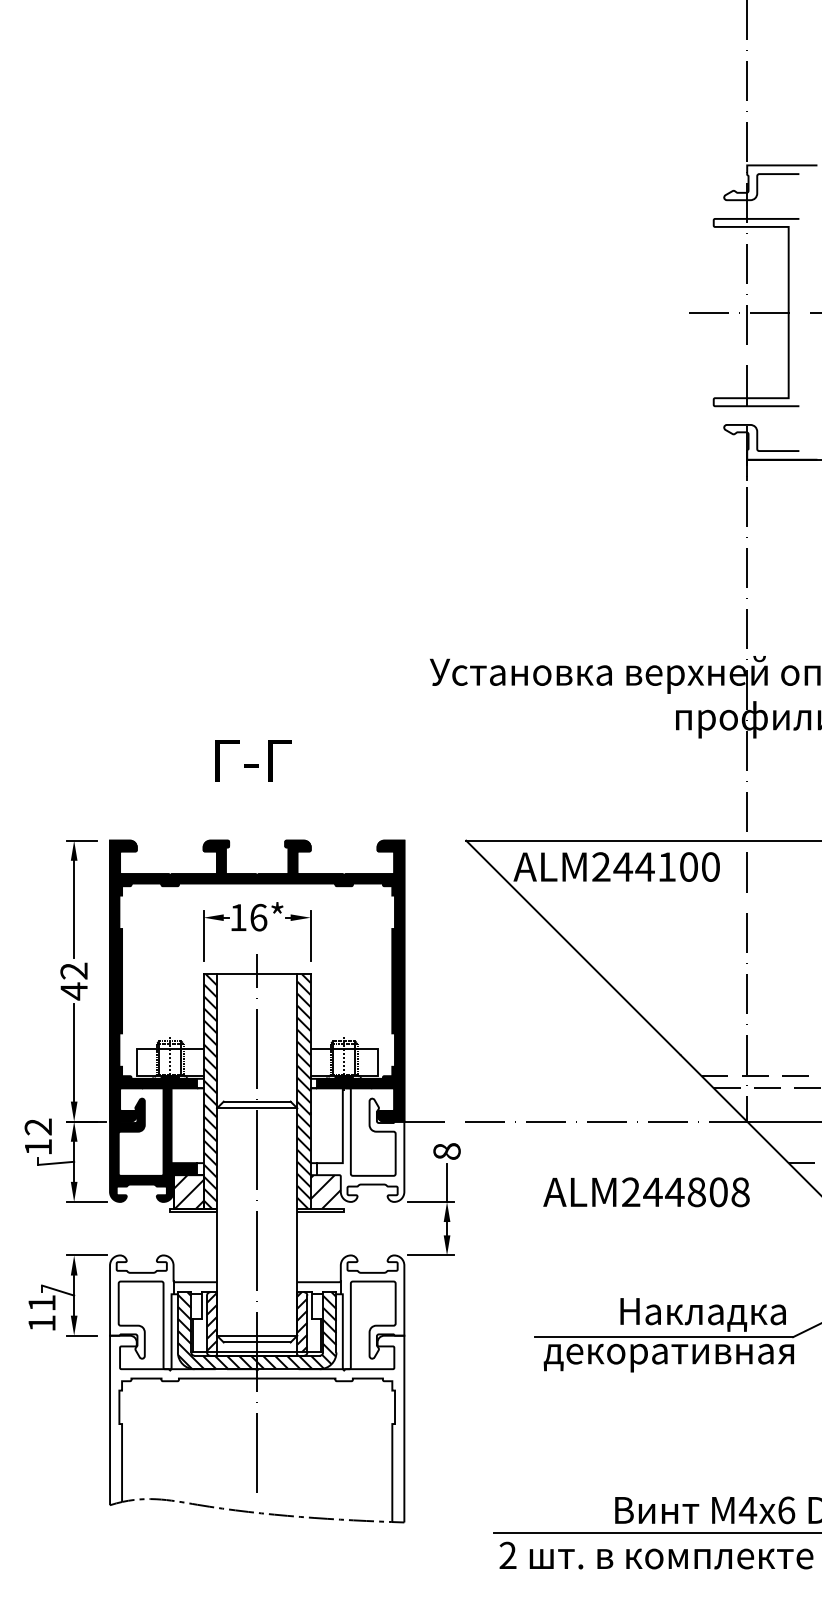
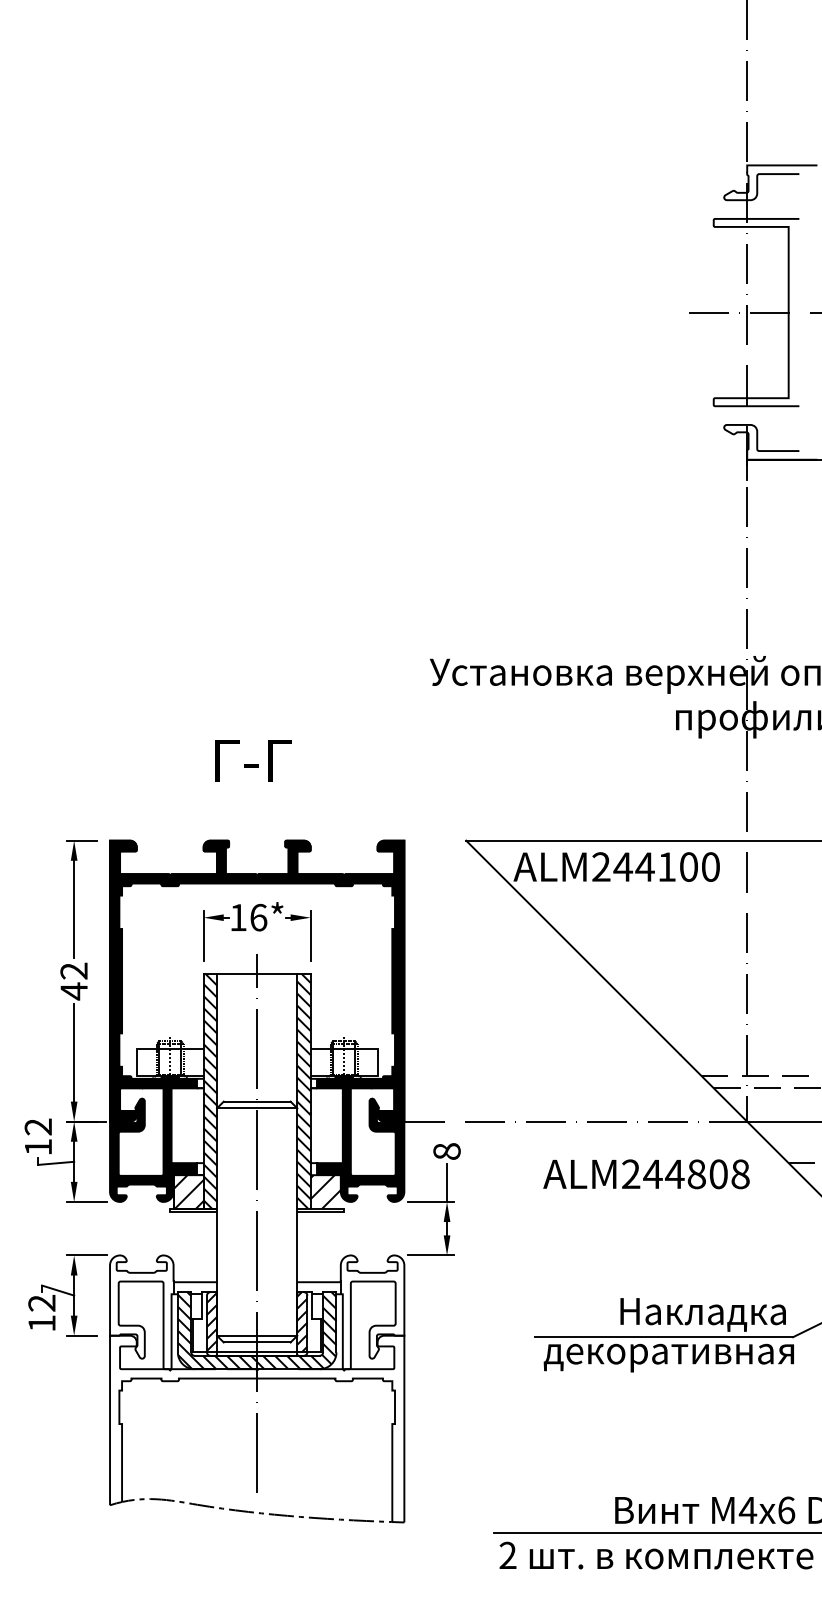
fill at (360, 1144): none -> present
text at (646, 1192) position: (646, 1192) -> (646, 1174)
text at (41, 1302): 11 -> 12
